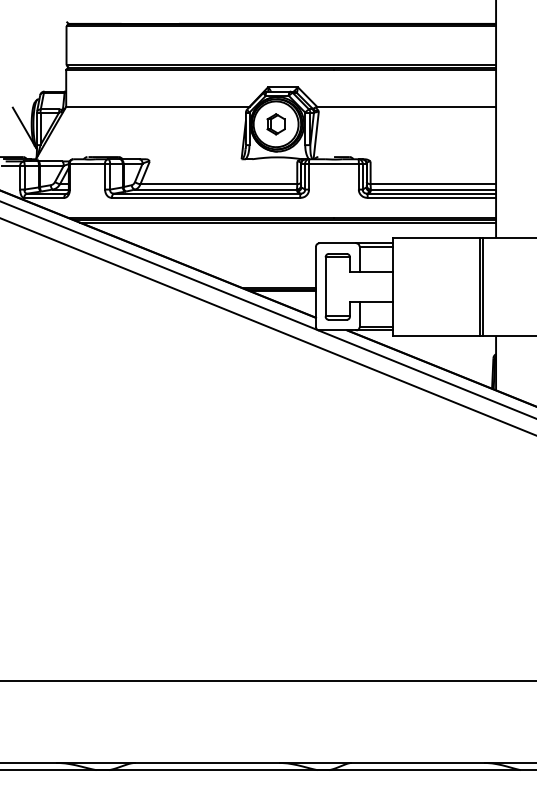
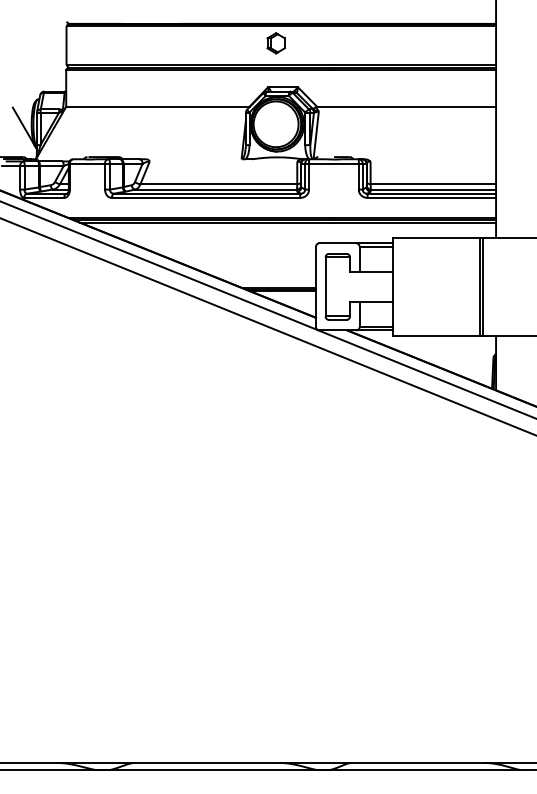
part at (275, 124) position: (275, 124) -> (275, 43)
line at (267, 681): present -> none
